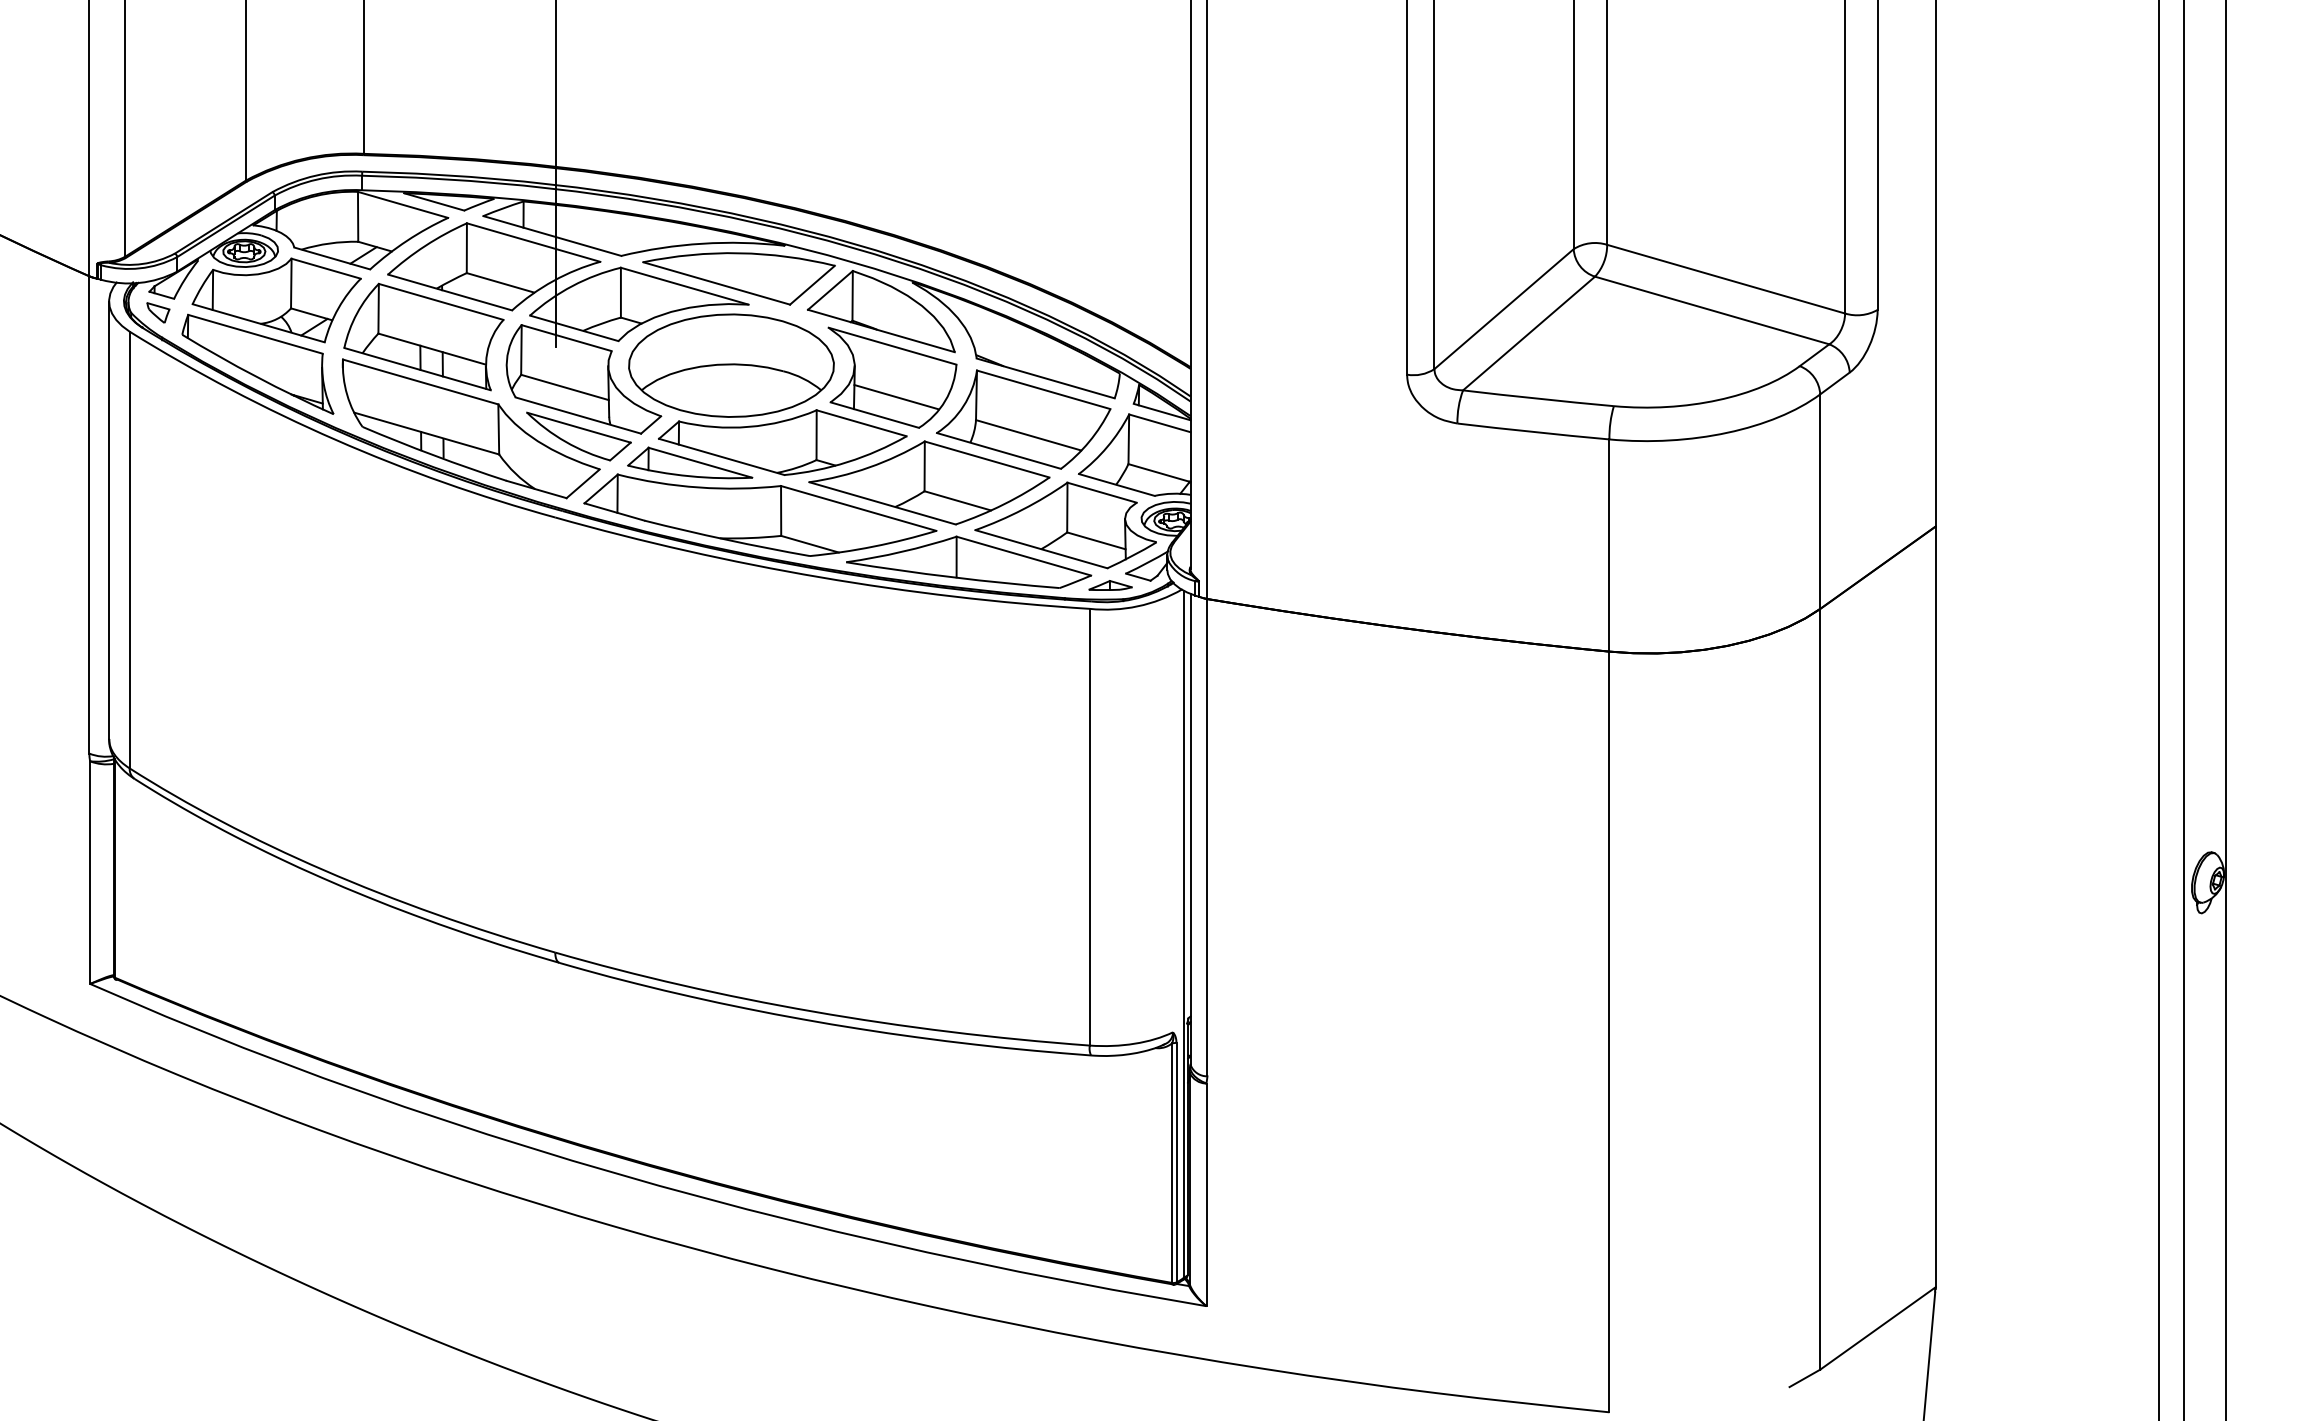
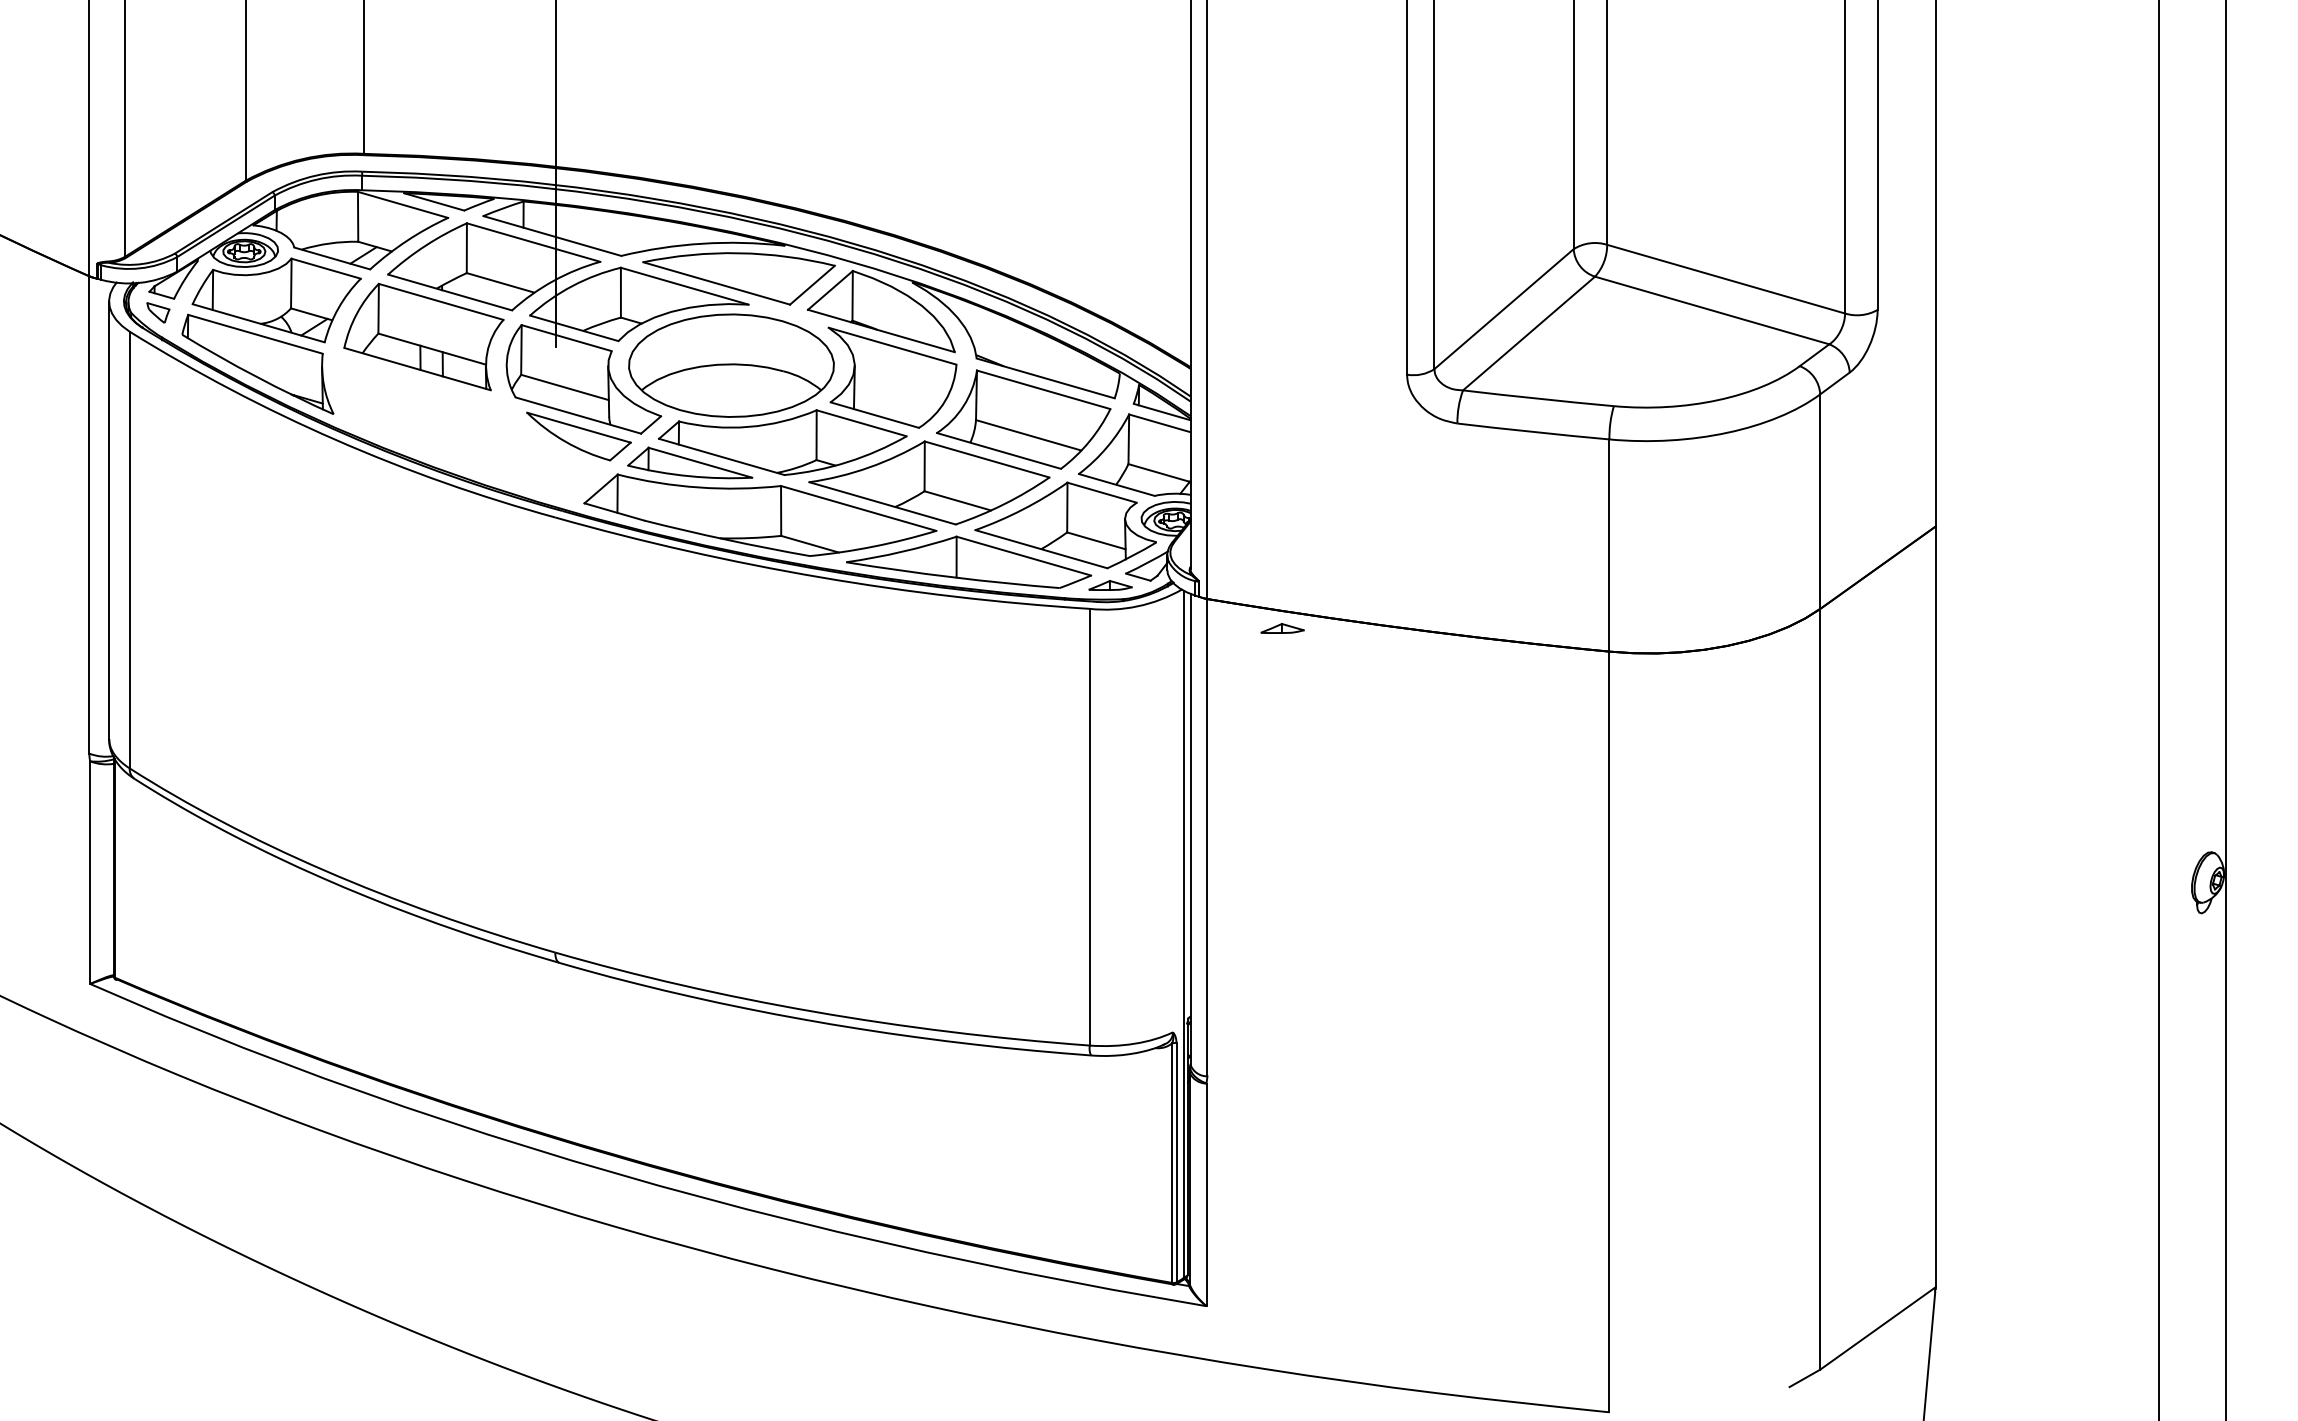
line at (896, 397): present -> none
part at (470, 428): present -> none
part at (1282, 628): none -> present
line at (2184, 709): present -> none
